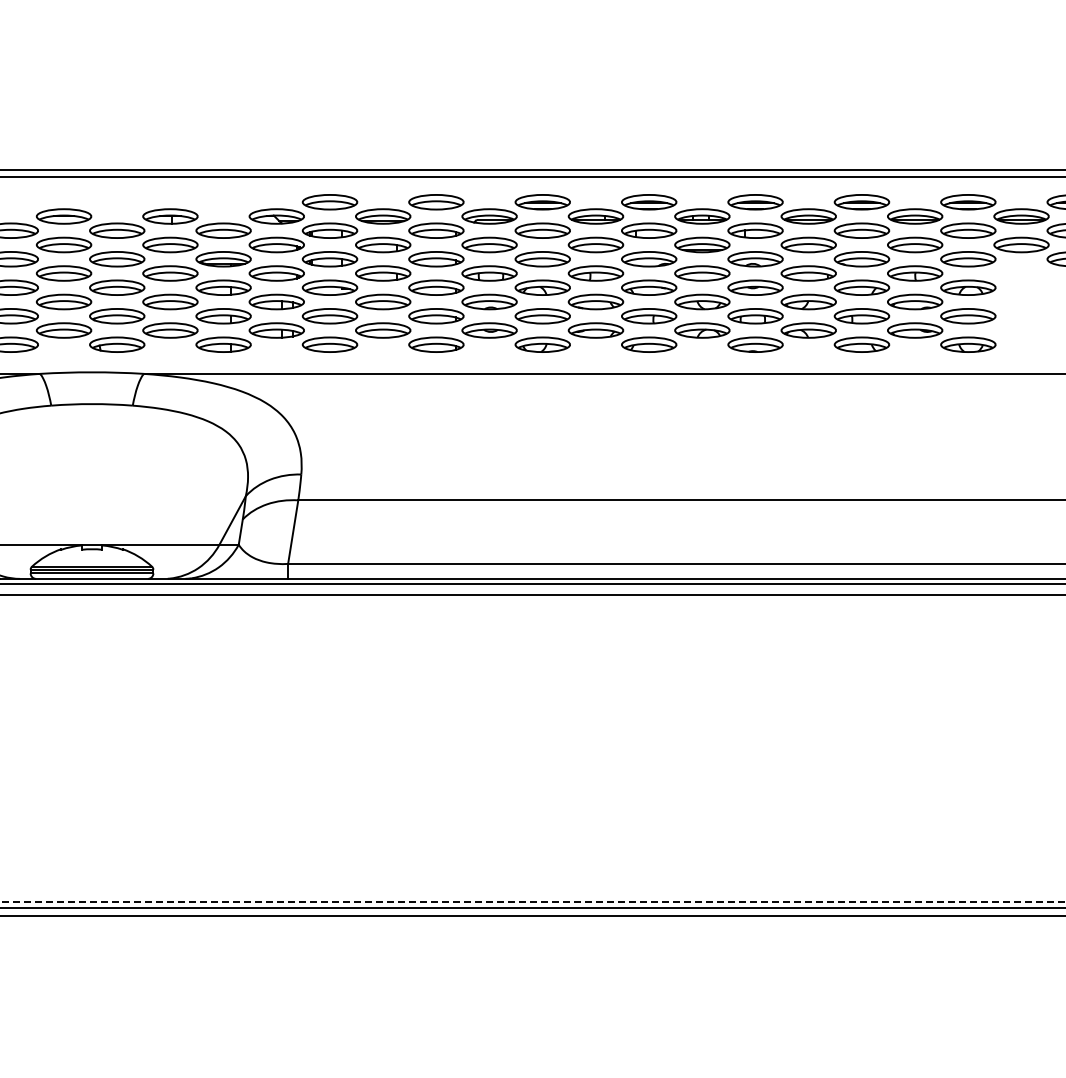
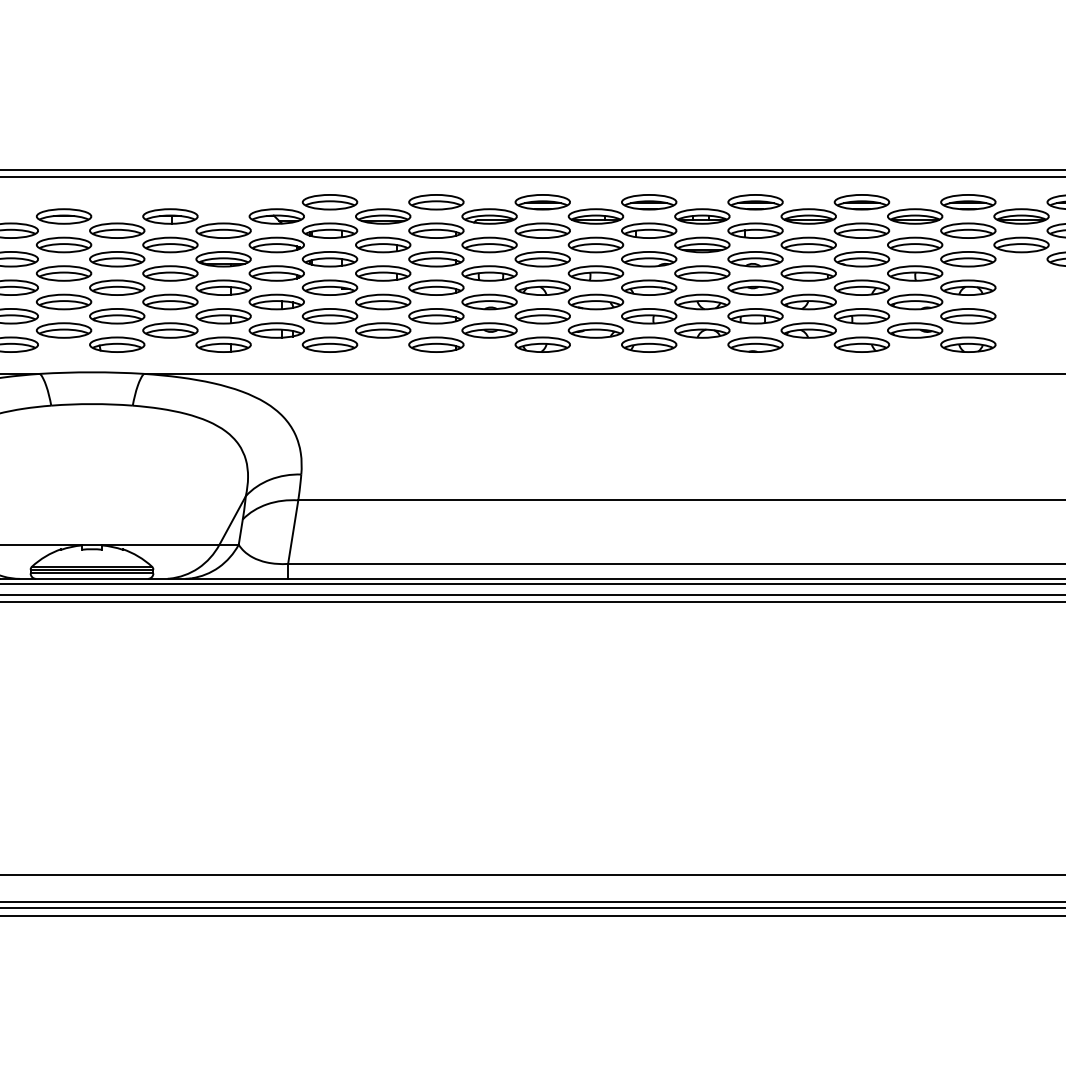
line at (532, 602): none -> present
line at (532, 874): none -> present
line at (532, 902): dashed -> solid
